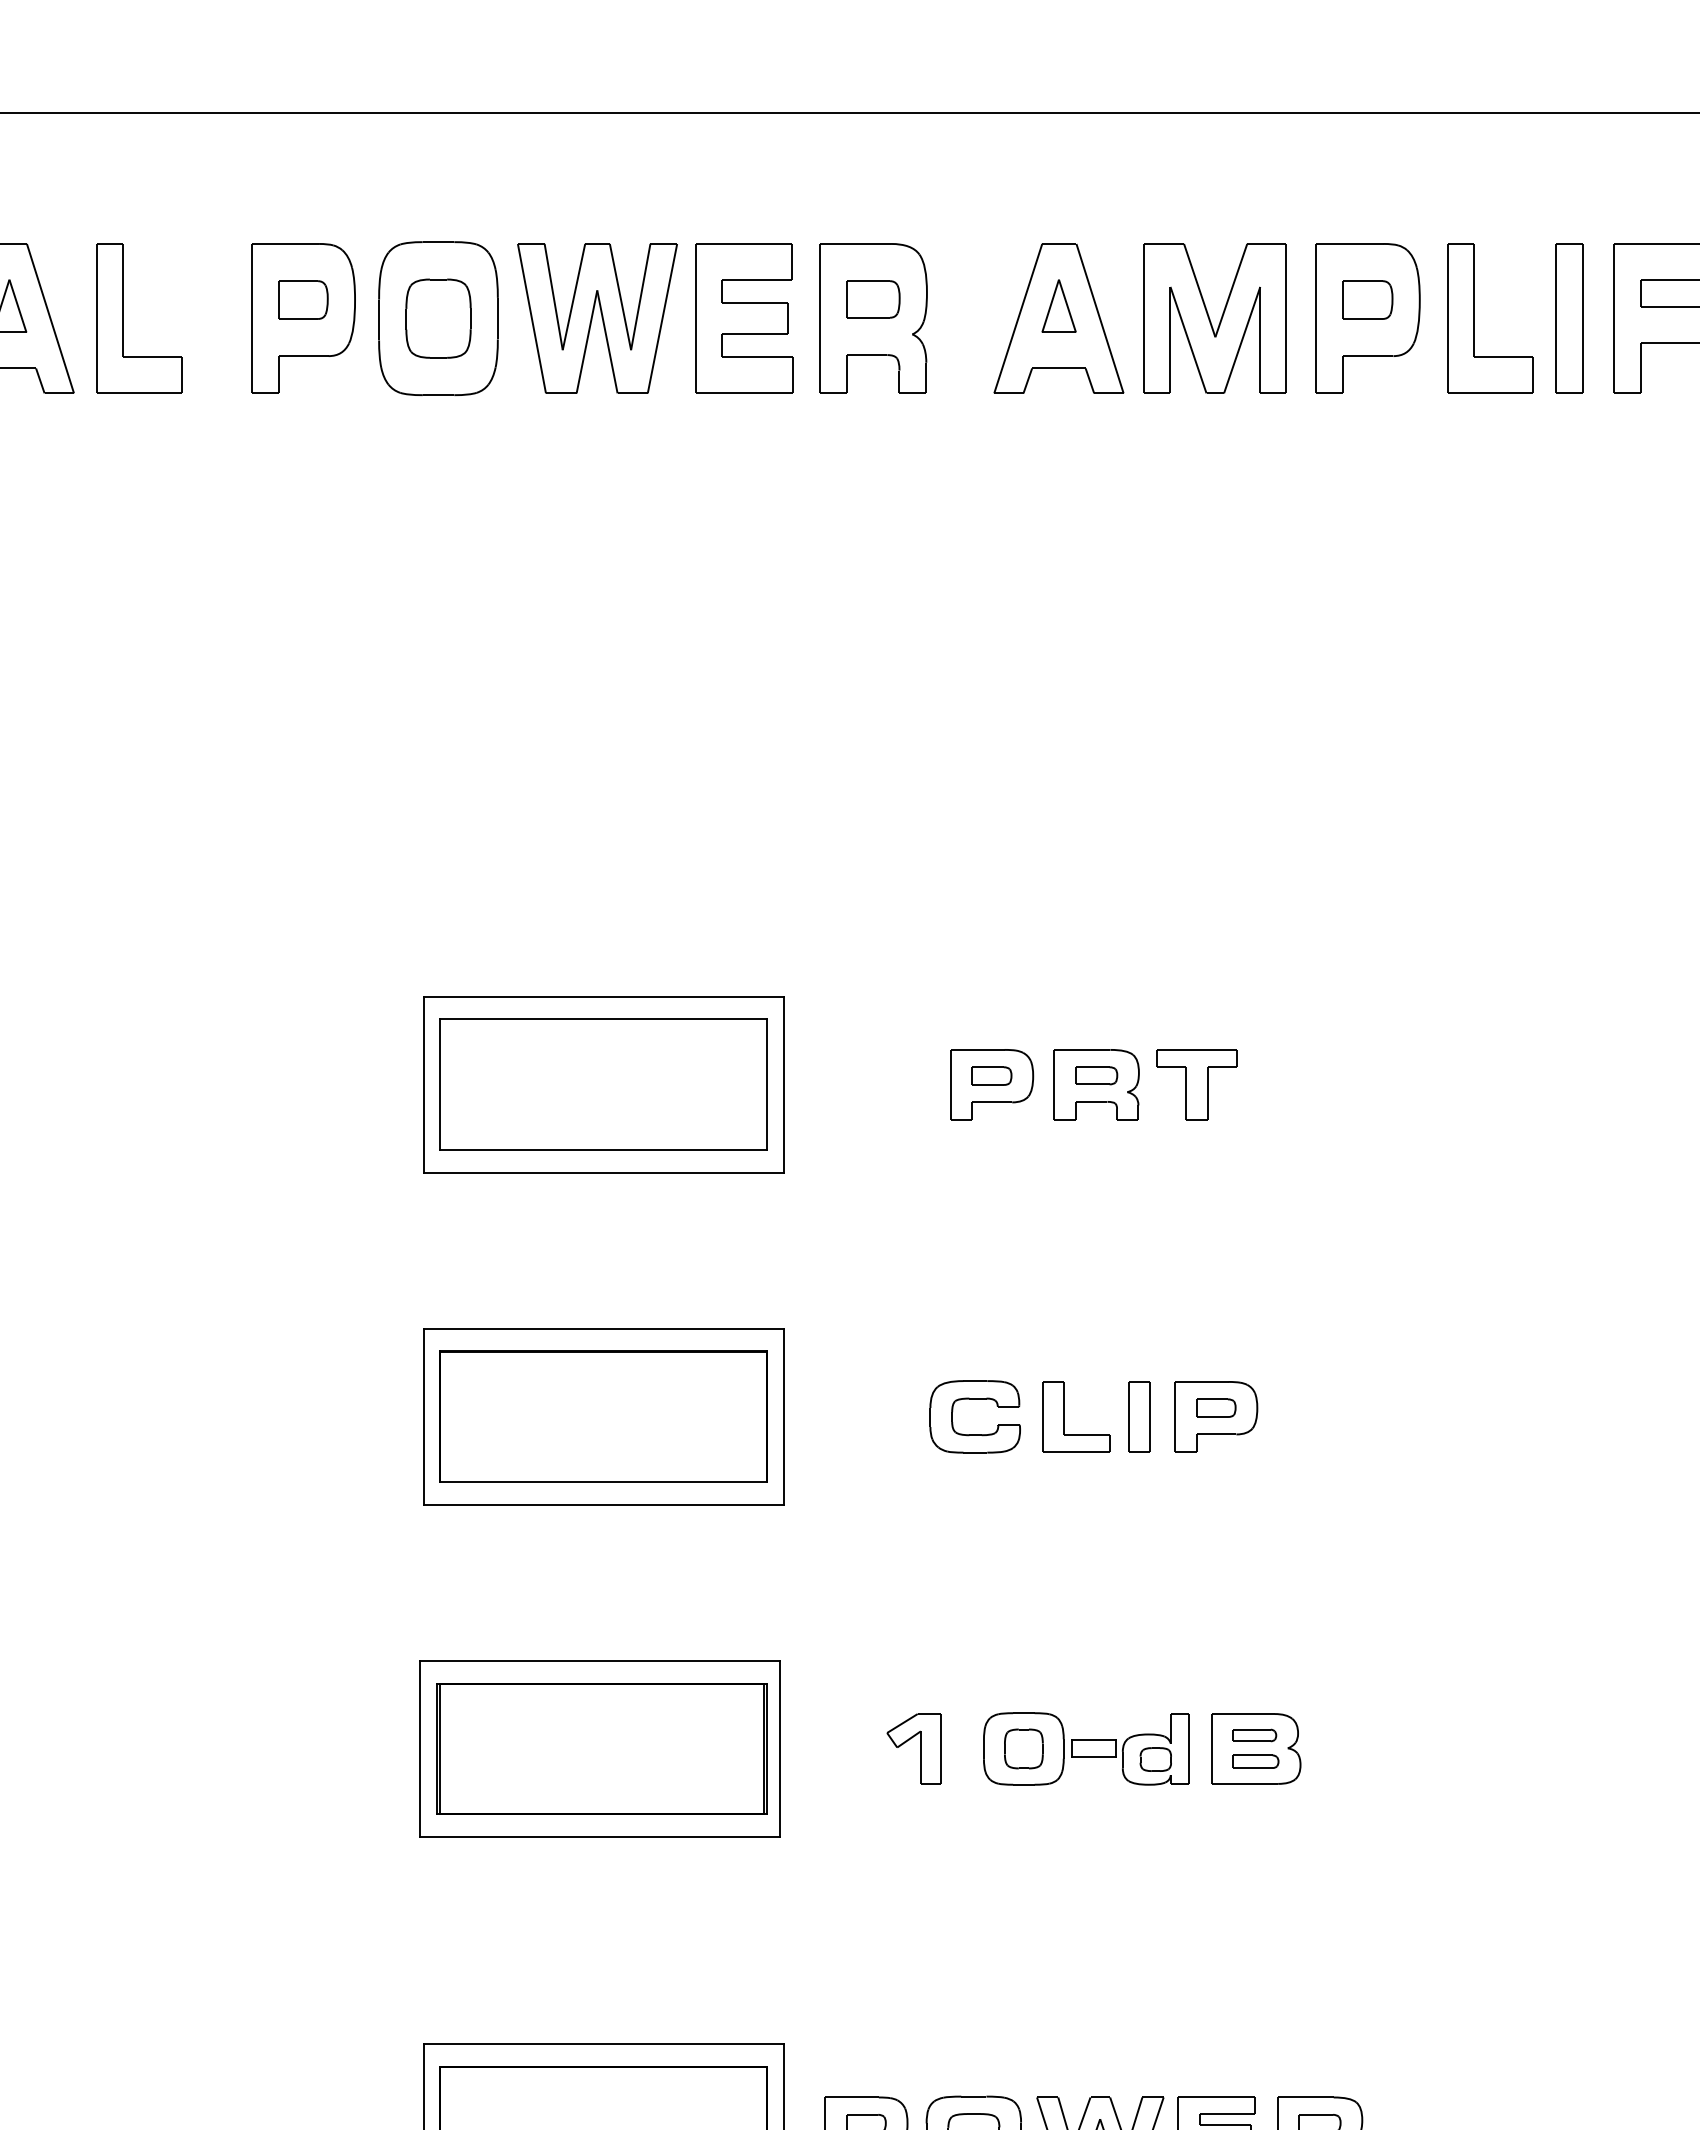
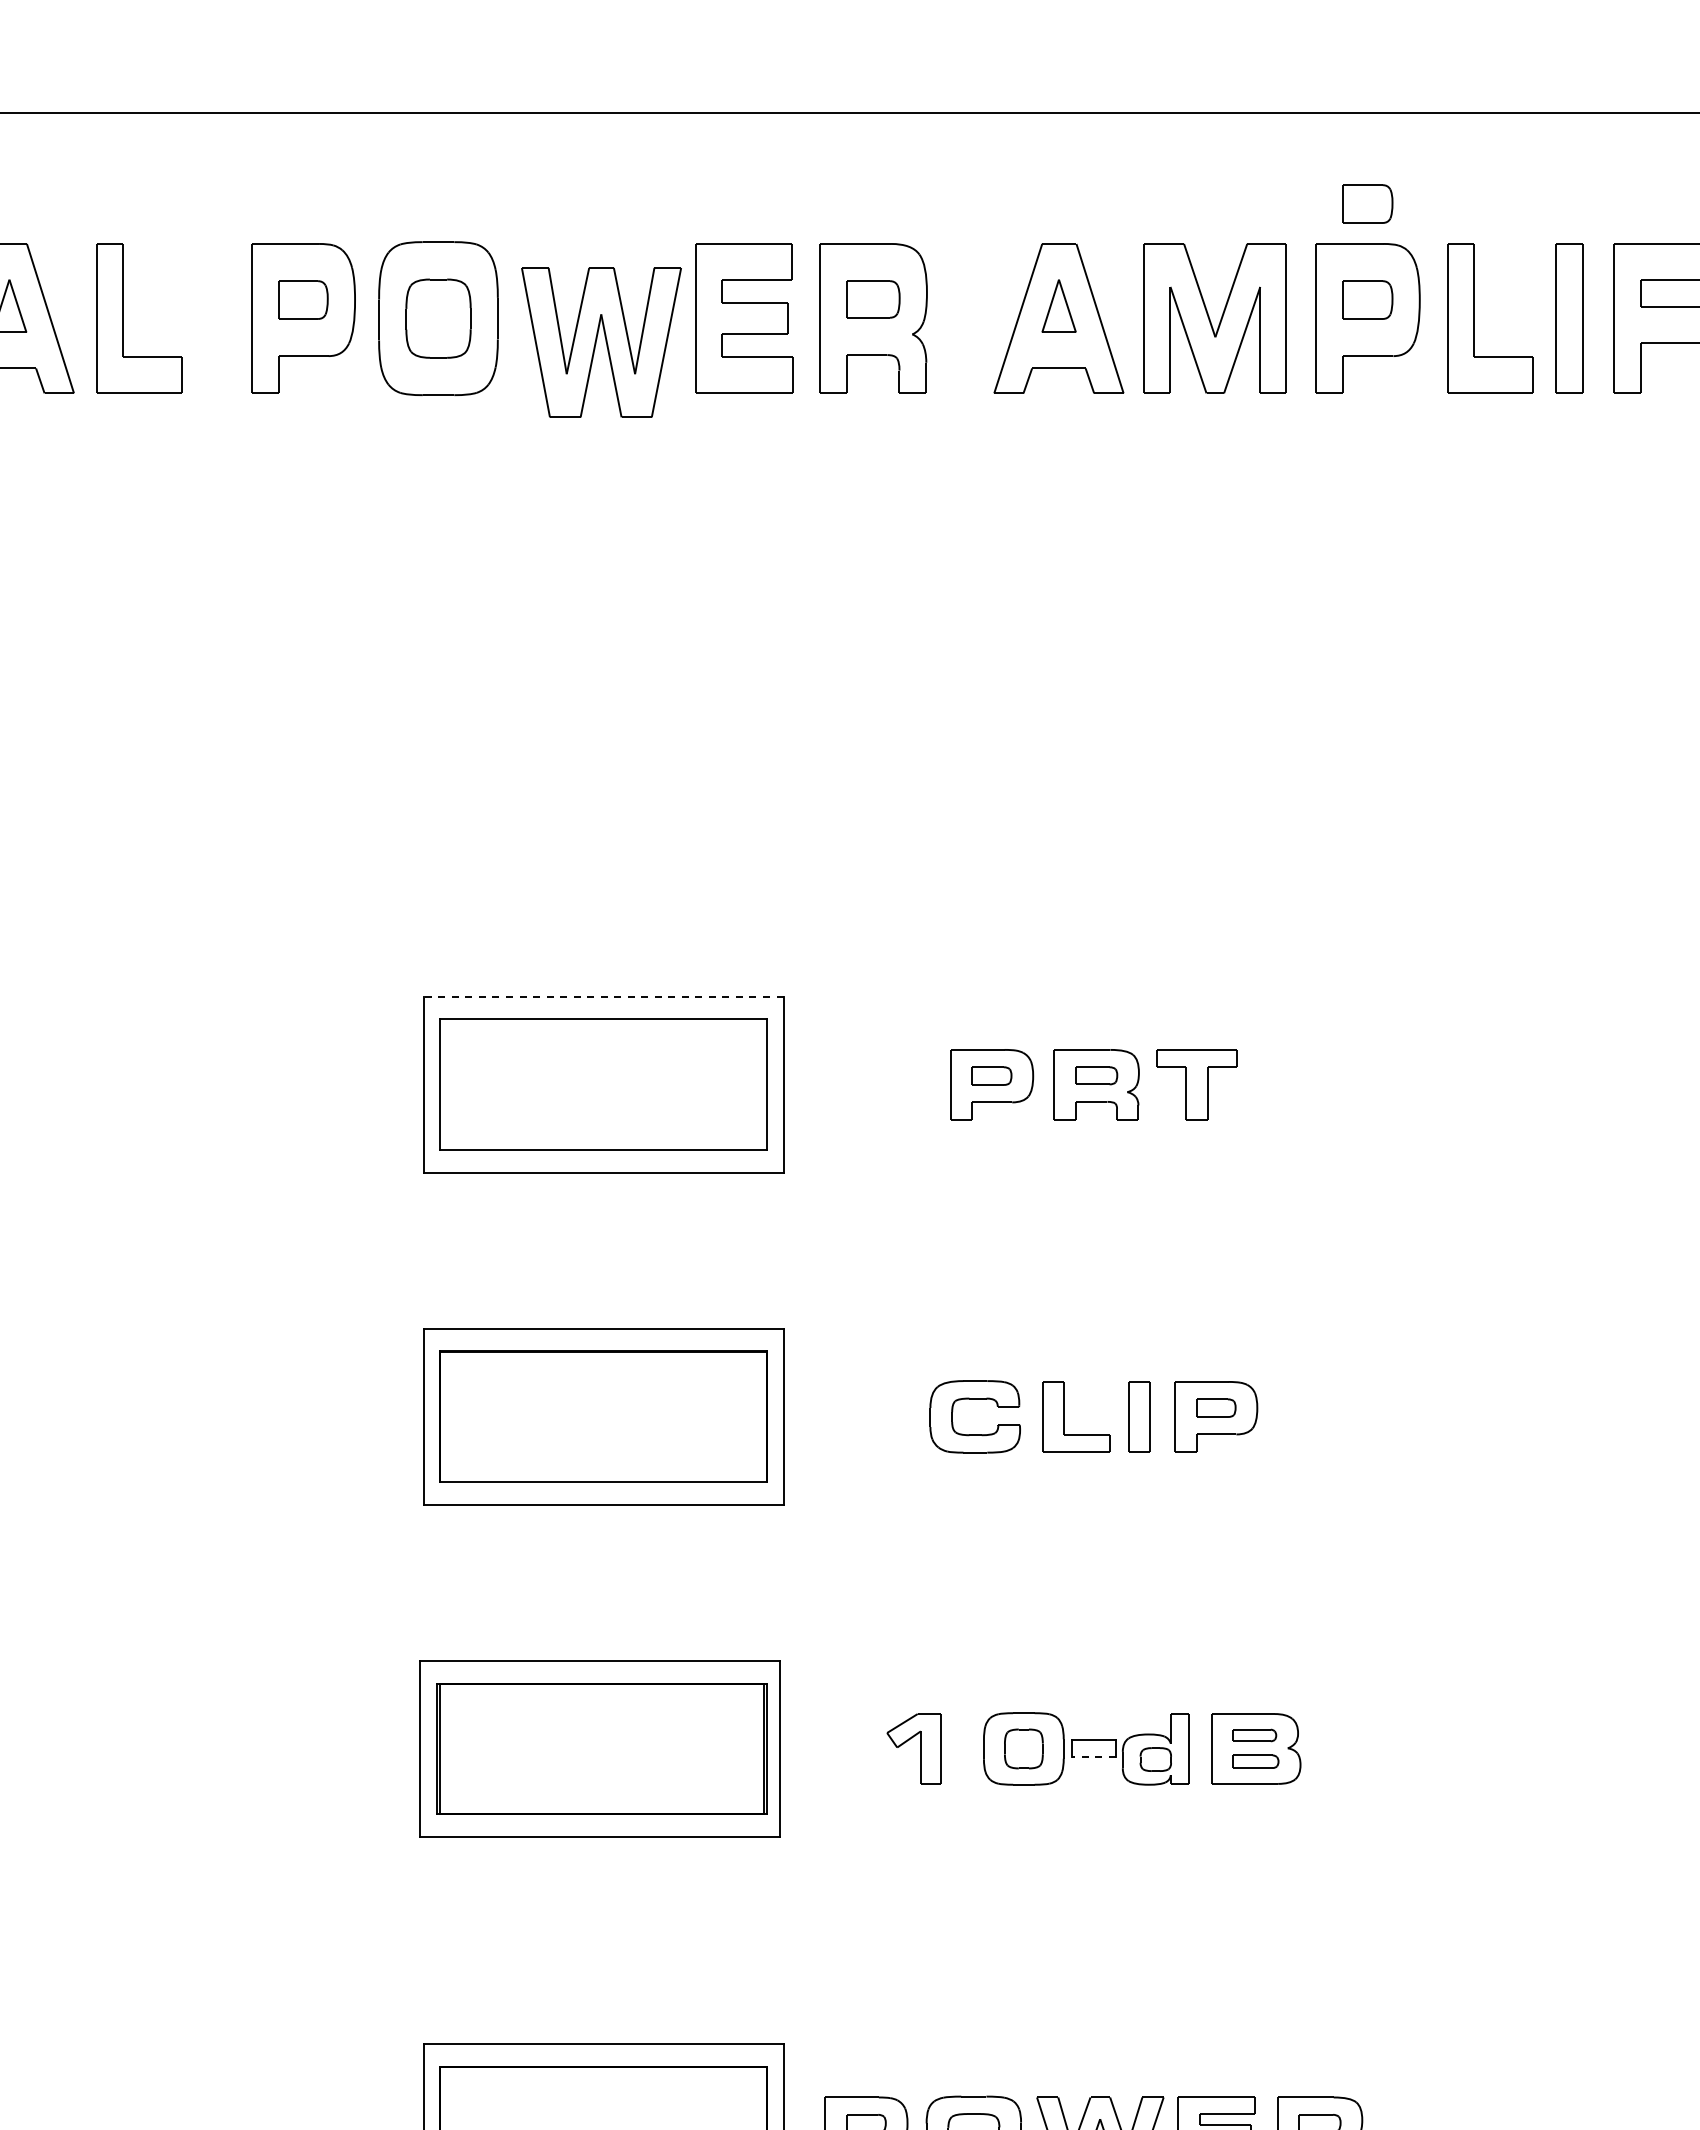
part at (1367, 203): none -> present
part at (597, 318) position: (597, 318) -> (601, 342)
line at (603, 996): solid -> dashed
line at (1094, 1757): solid -> dashed
